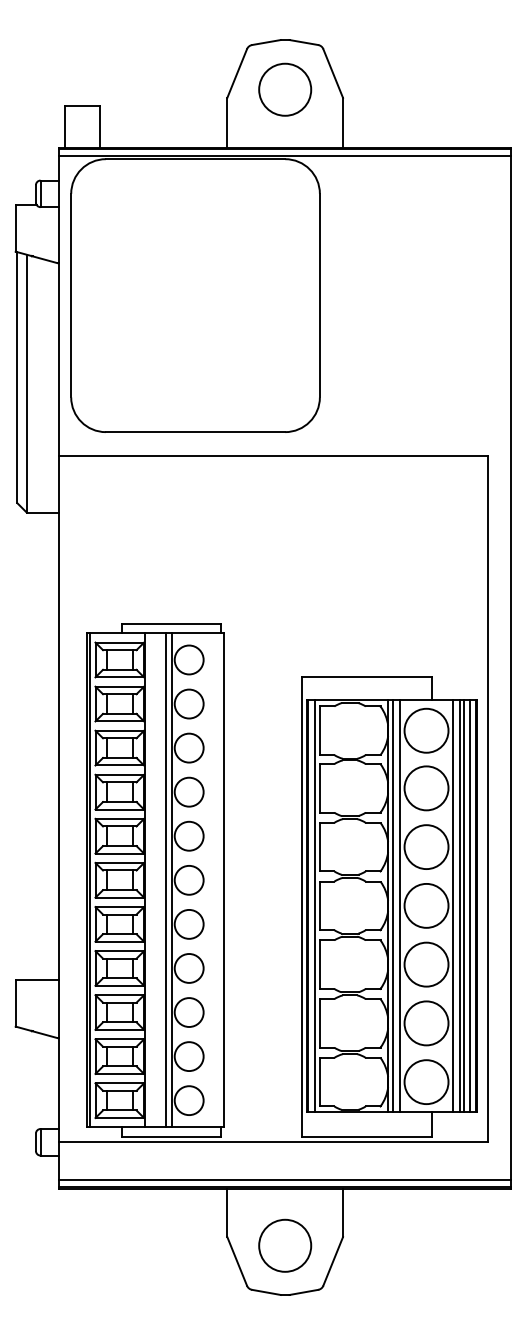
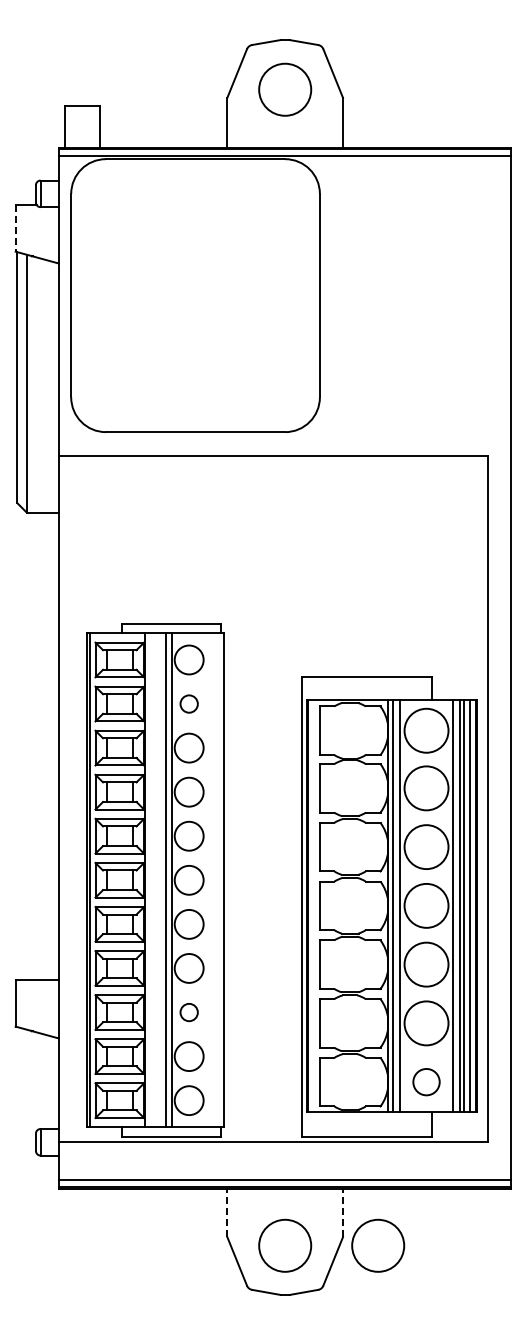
line at (15, 229): solid -> dashed
circle at (188, 703) diameter: 29 px -> 17 px
line at (314, 905): present -> none
circle at (188, 1012) diameter: 29 px -> 17 px
circle at (426, 1082) diameter: 44 px -> 26 px
line at (227, 1212): solid -> dashed
line at (343, 1212): solid -> dashed
circle at (378, 1245): none -> present
